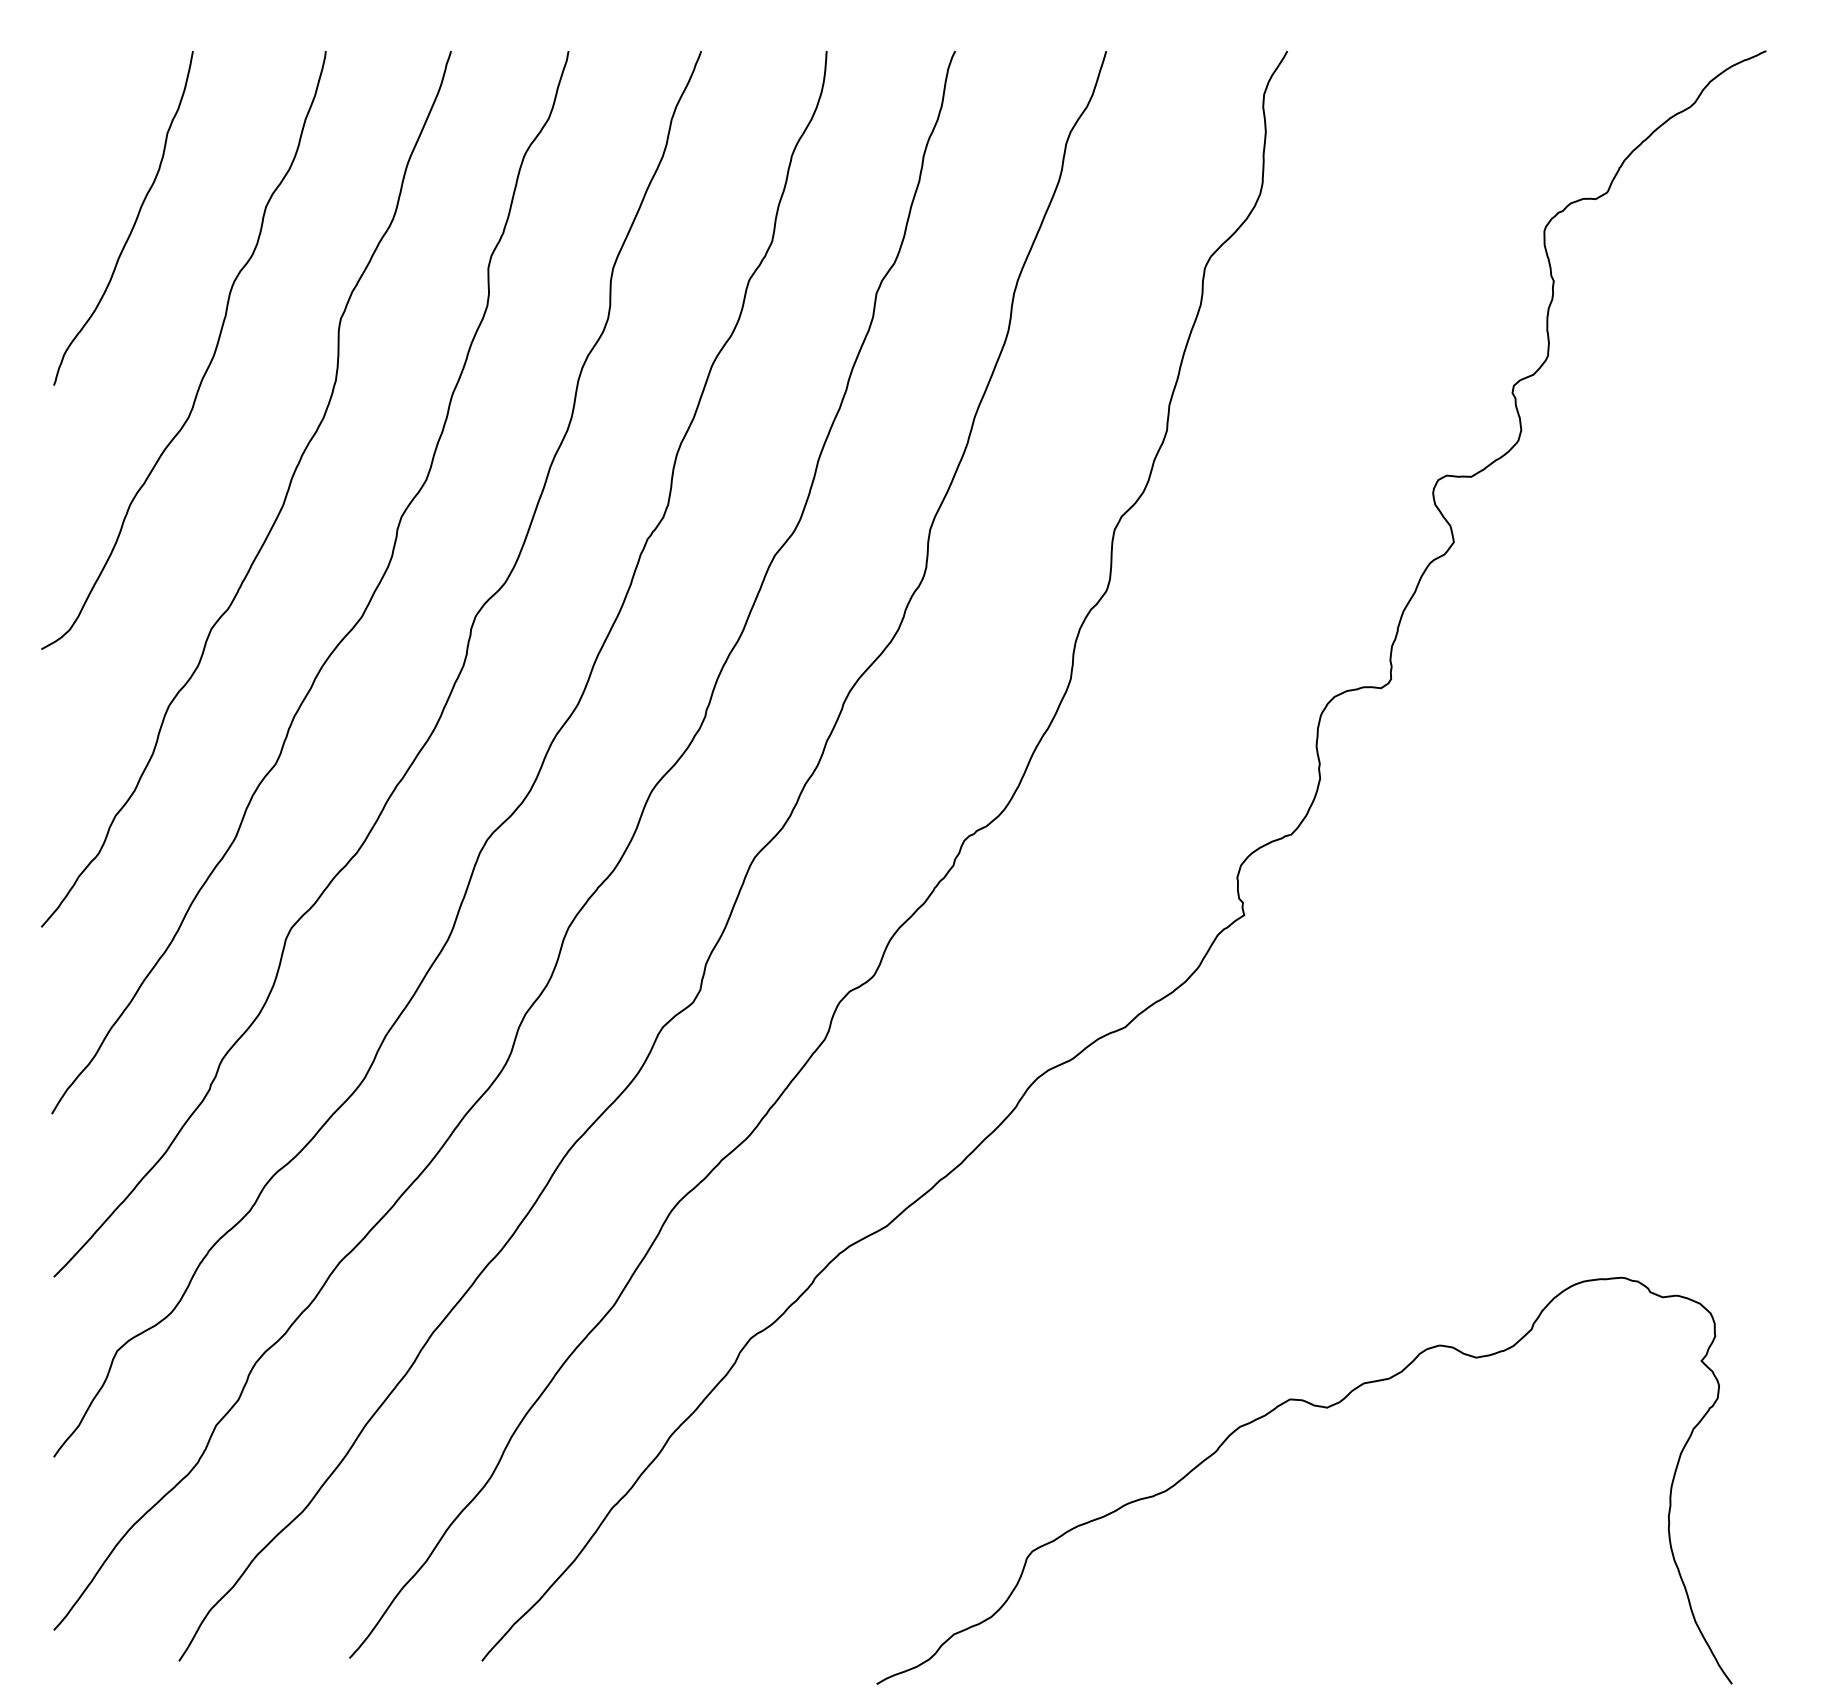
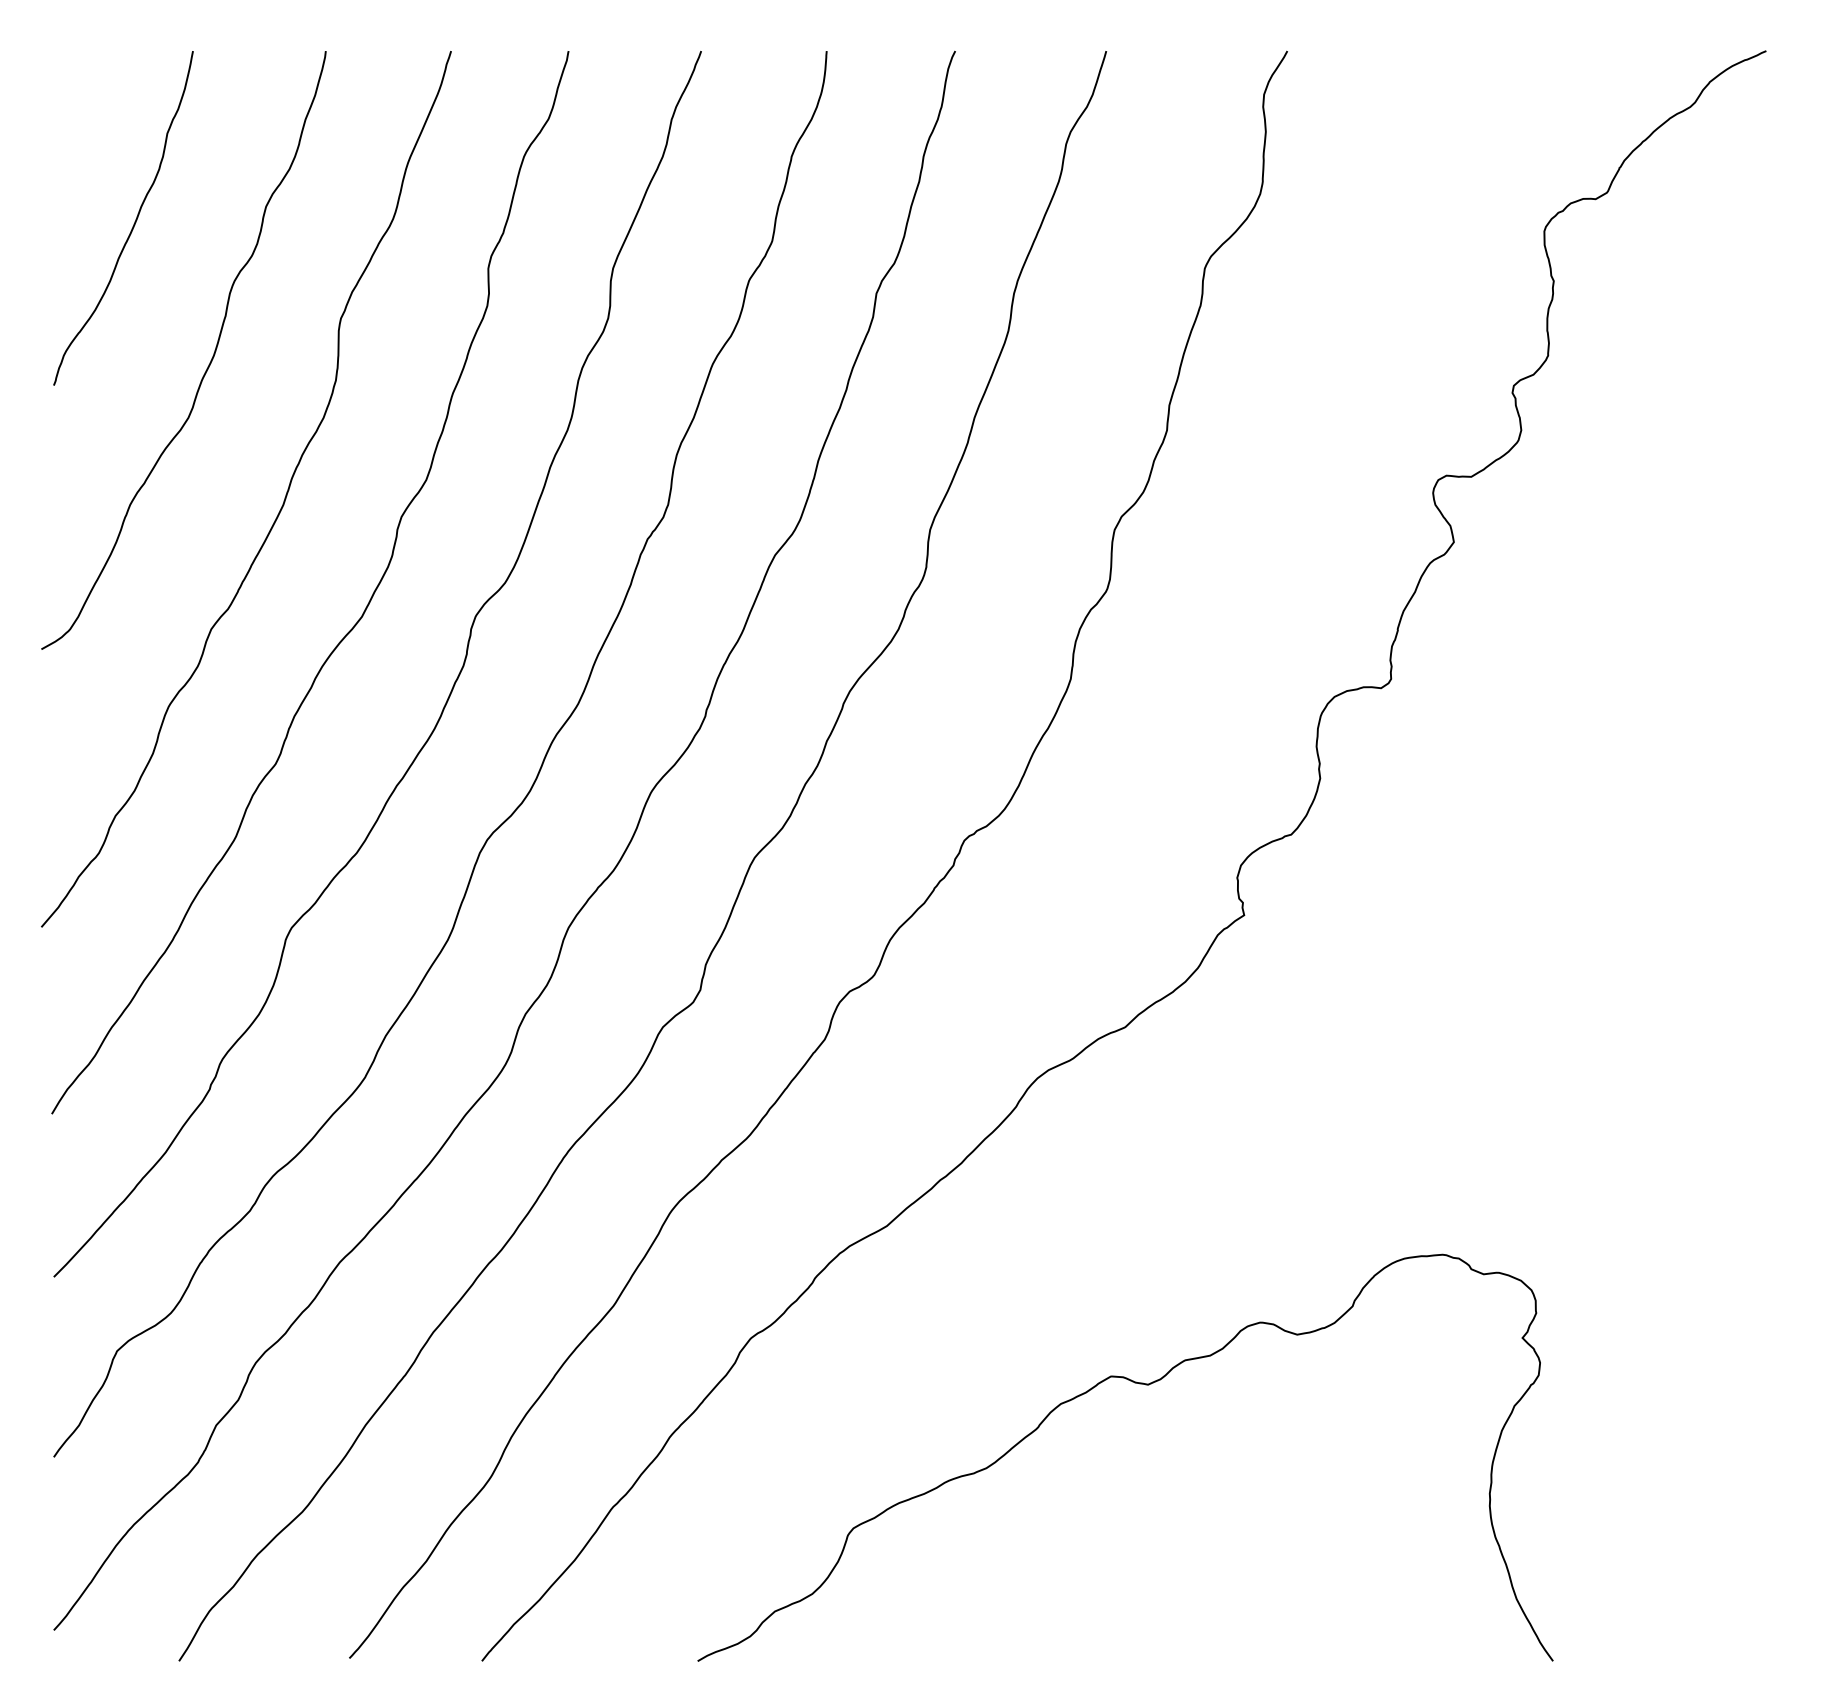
curve at (1318, 1407) position: (1318, 1407) -> (1139, 1384)
